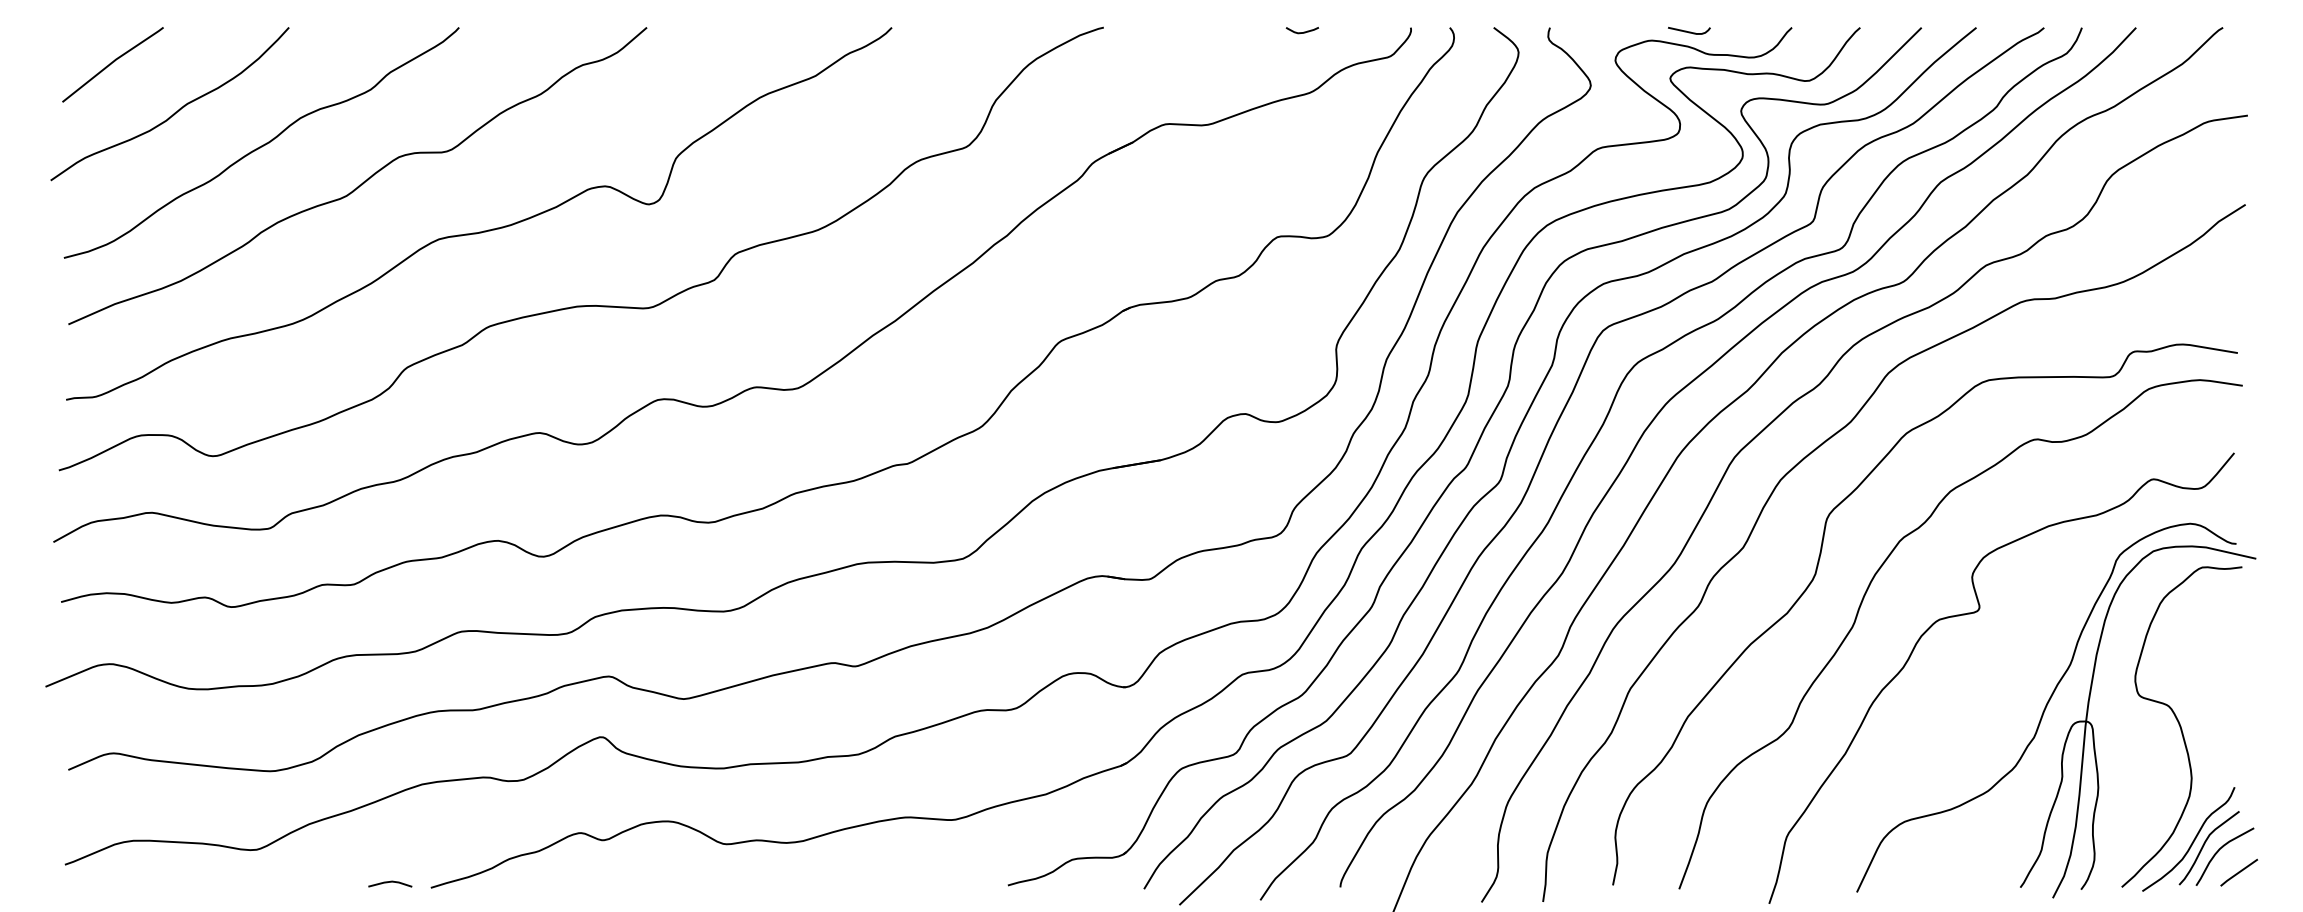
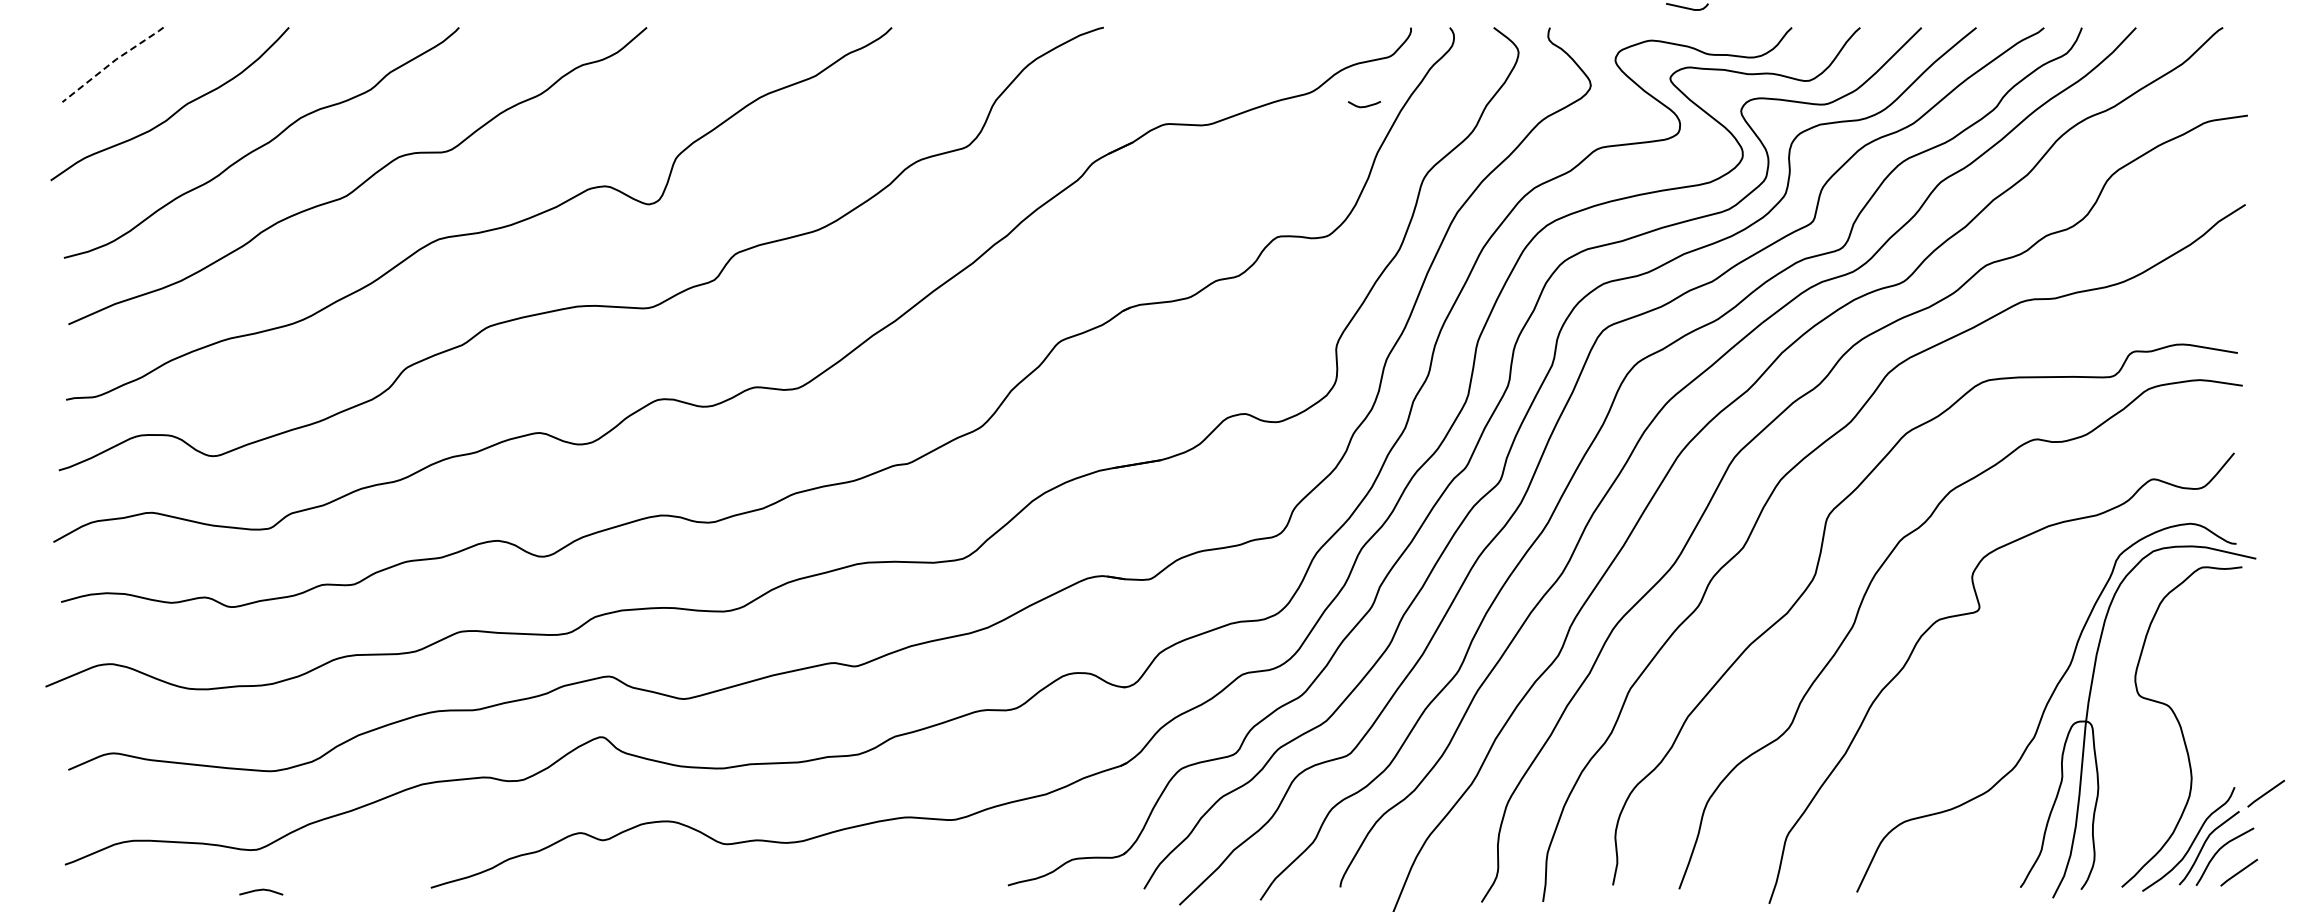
curve at (1689, 31) position: (1689, 31) -> (1687, 7)
curve at (1301, 32) position: (1301, 32) -> (1363, 106)
line at (113, 61): solid -> dashed
line at (2265, 793): none -> present
line at (390, 882) position: (390, 882) -> (261, 890)
